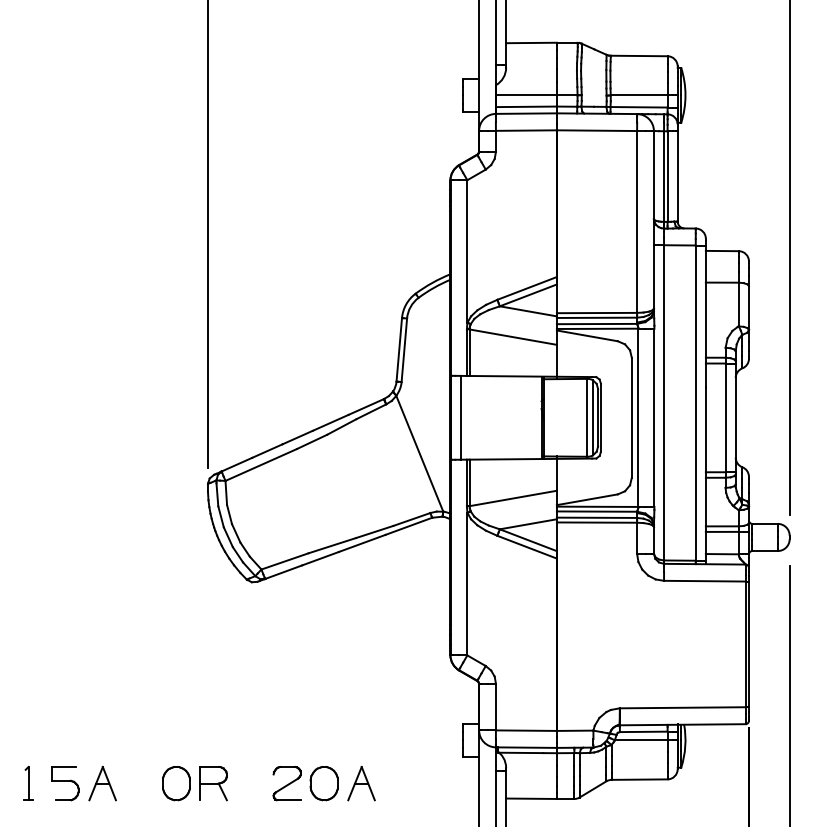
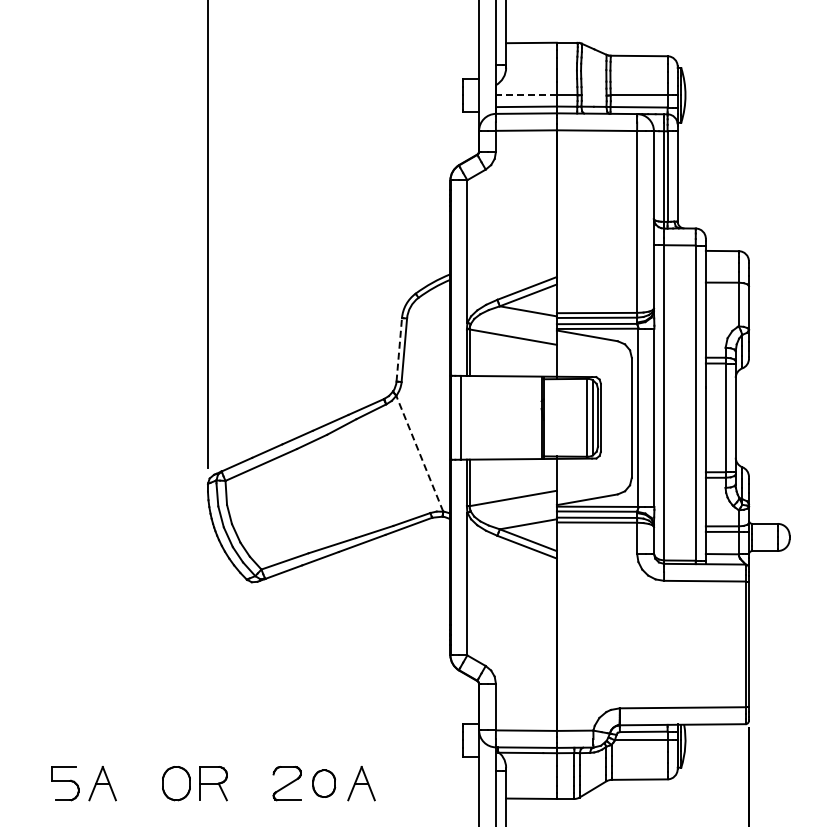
line at (525, 95): solid -> dashed
line at (789, 258): present -> none
line at (399, 349): solid -> dashed
line at (419, 453): solid -> dashed
line at (789, 694): present -> none
part at (28, 782): present -> none
part at (323, 783) size: 30x36 px -> 25x29 px
